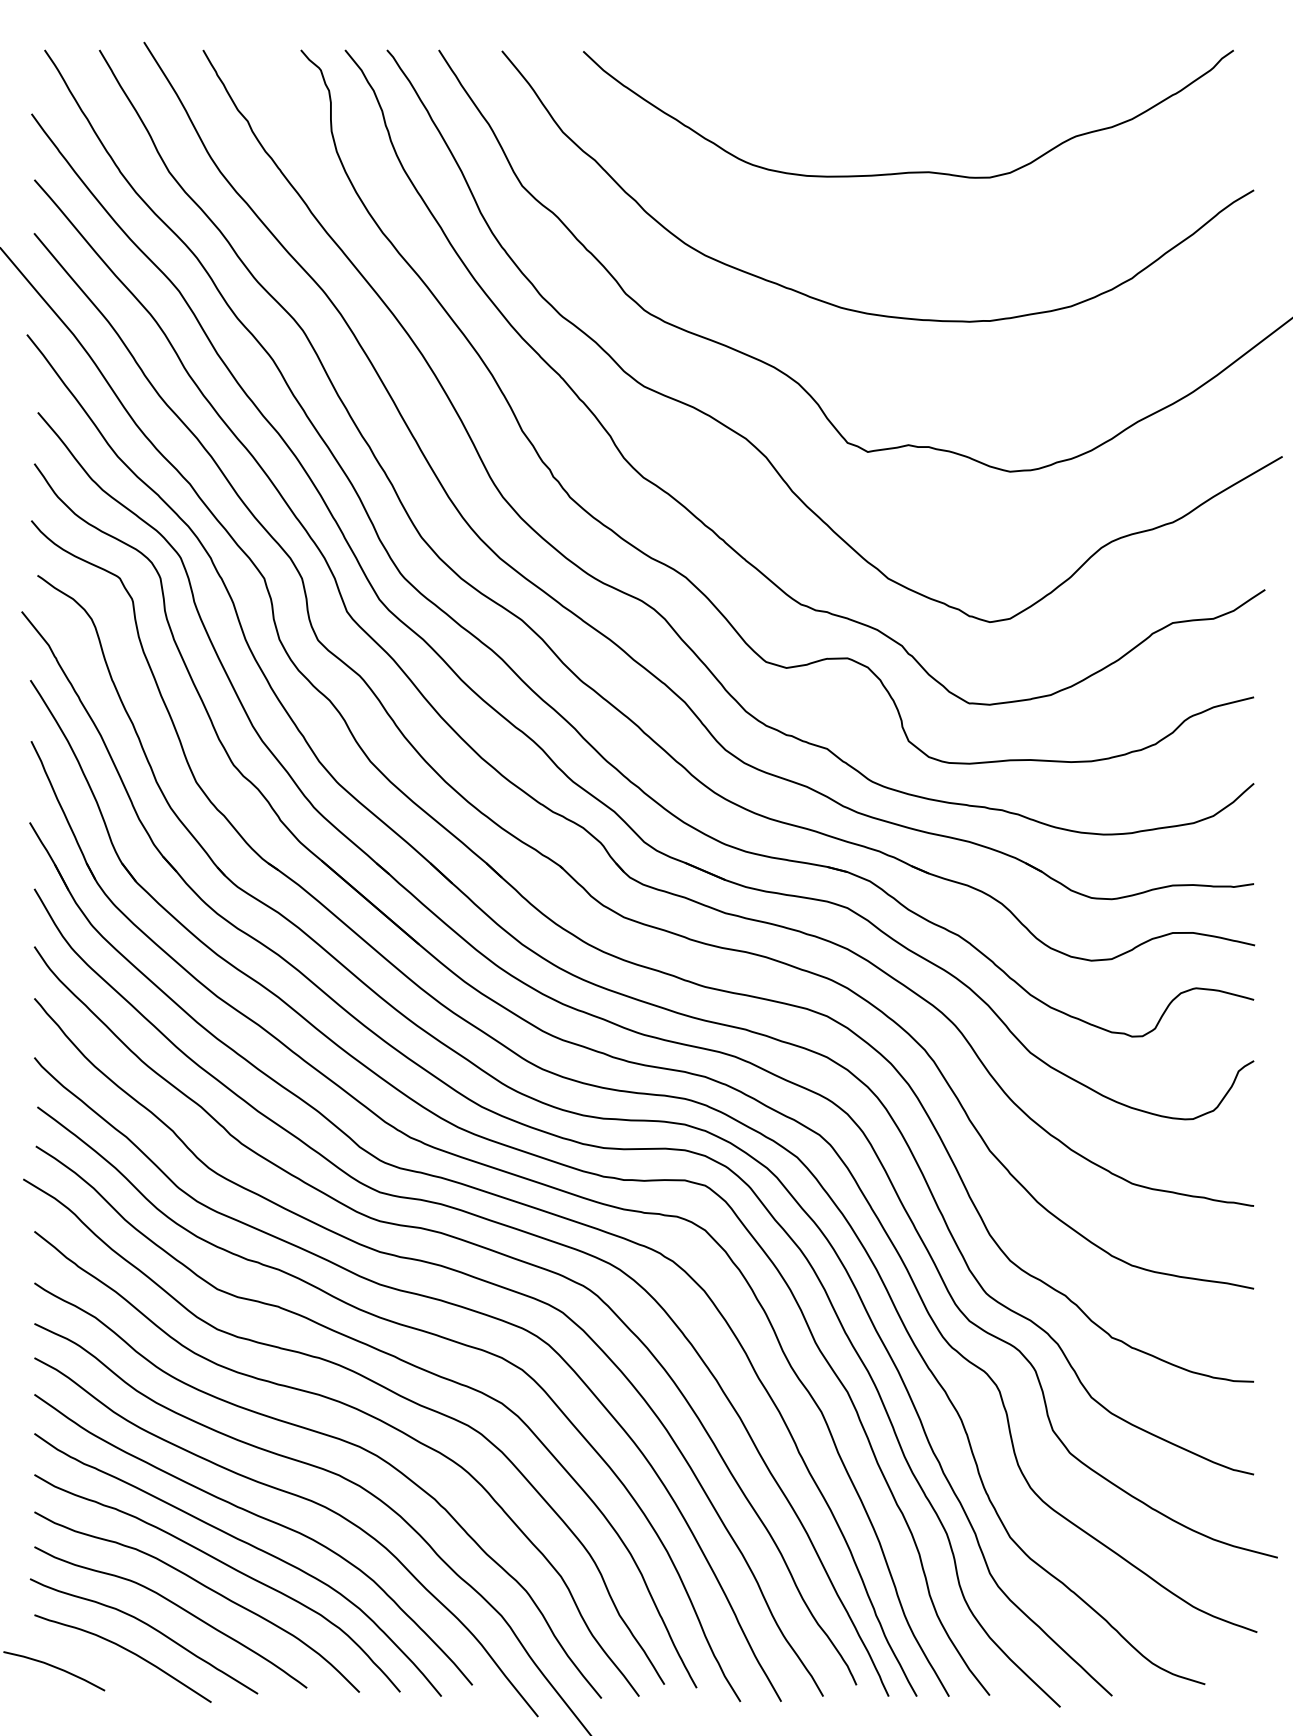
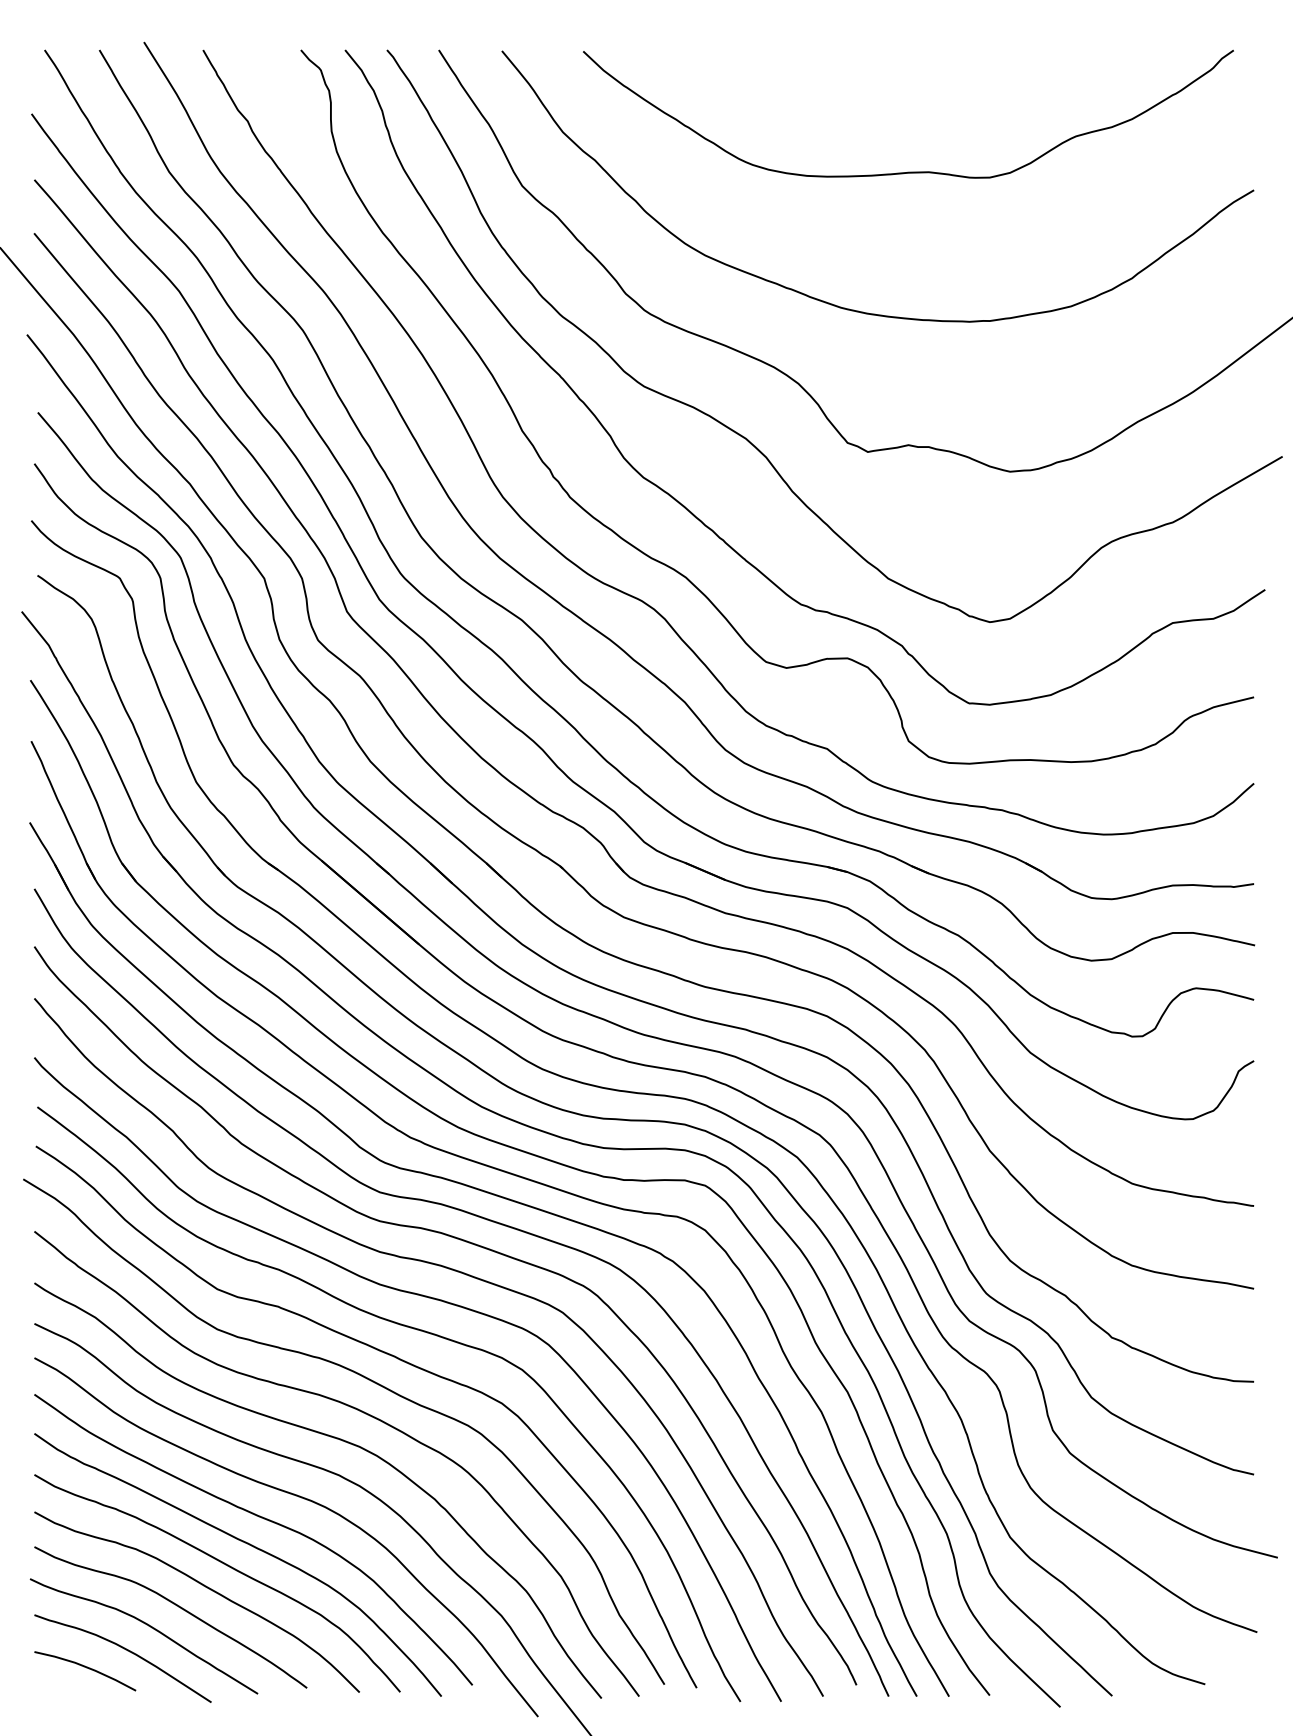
curve at (55, 1668) position: (55, 1668) -> (86, 1668)
